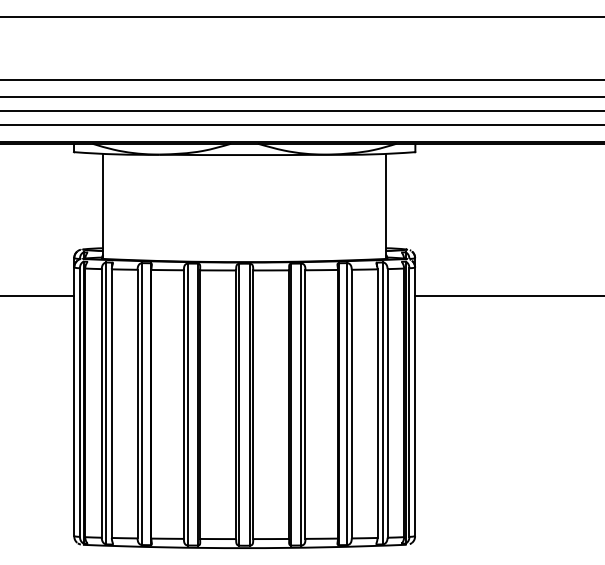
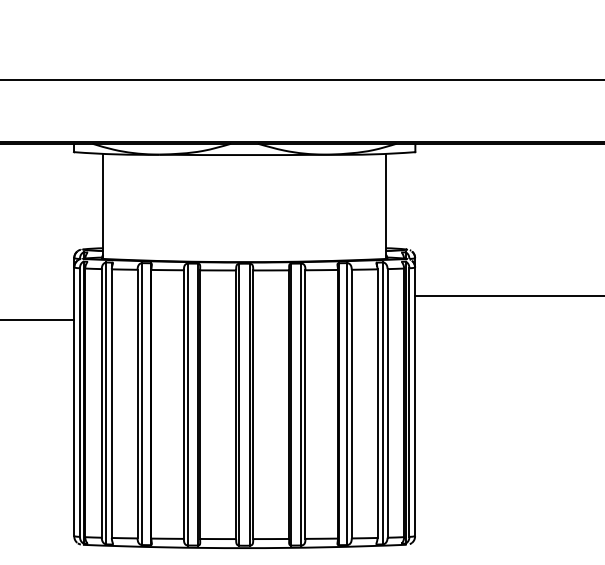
line at (301, 16): present -> none
line at (301, 97): present -> none
line at (301, 111): present -> none
line at (301, 124): present -> none
line at (38, 296) position: (38, 296) -> (38, 320)
